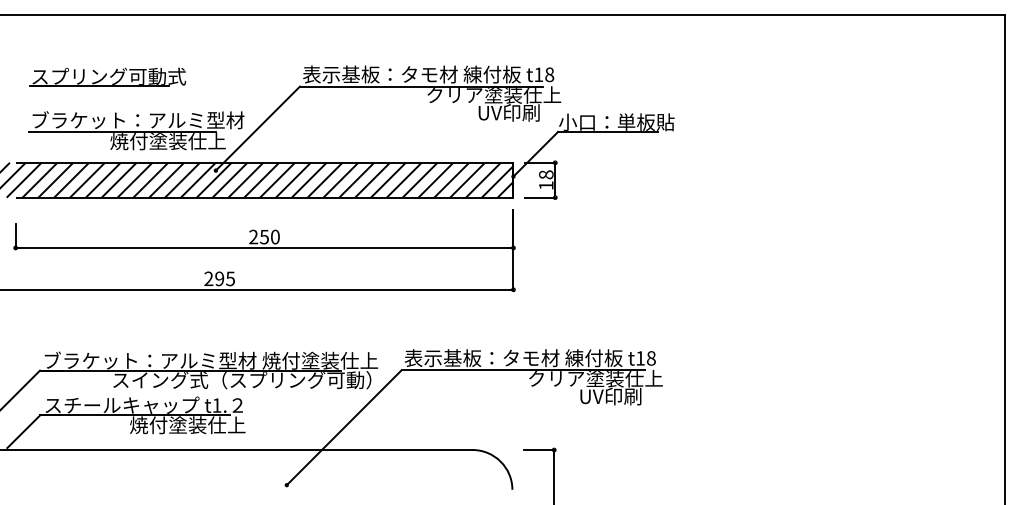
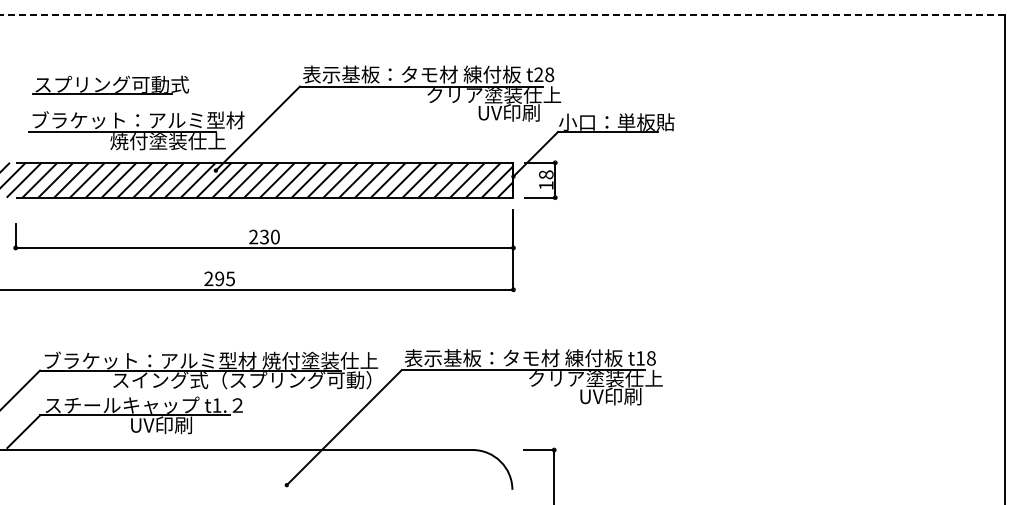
line at (501, 15): solid -> dashed
text at (538, 74): t18 -> t28
part at (107, 76) position: (107, 76) -> (110, 84)
text at (264, 236): 250 -> 230
text at (187, 425): 焼付塗装仕上 -> UV印刷
